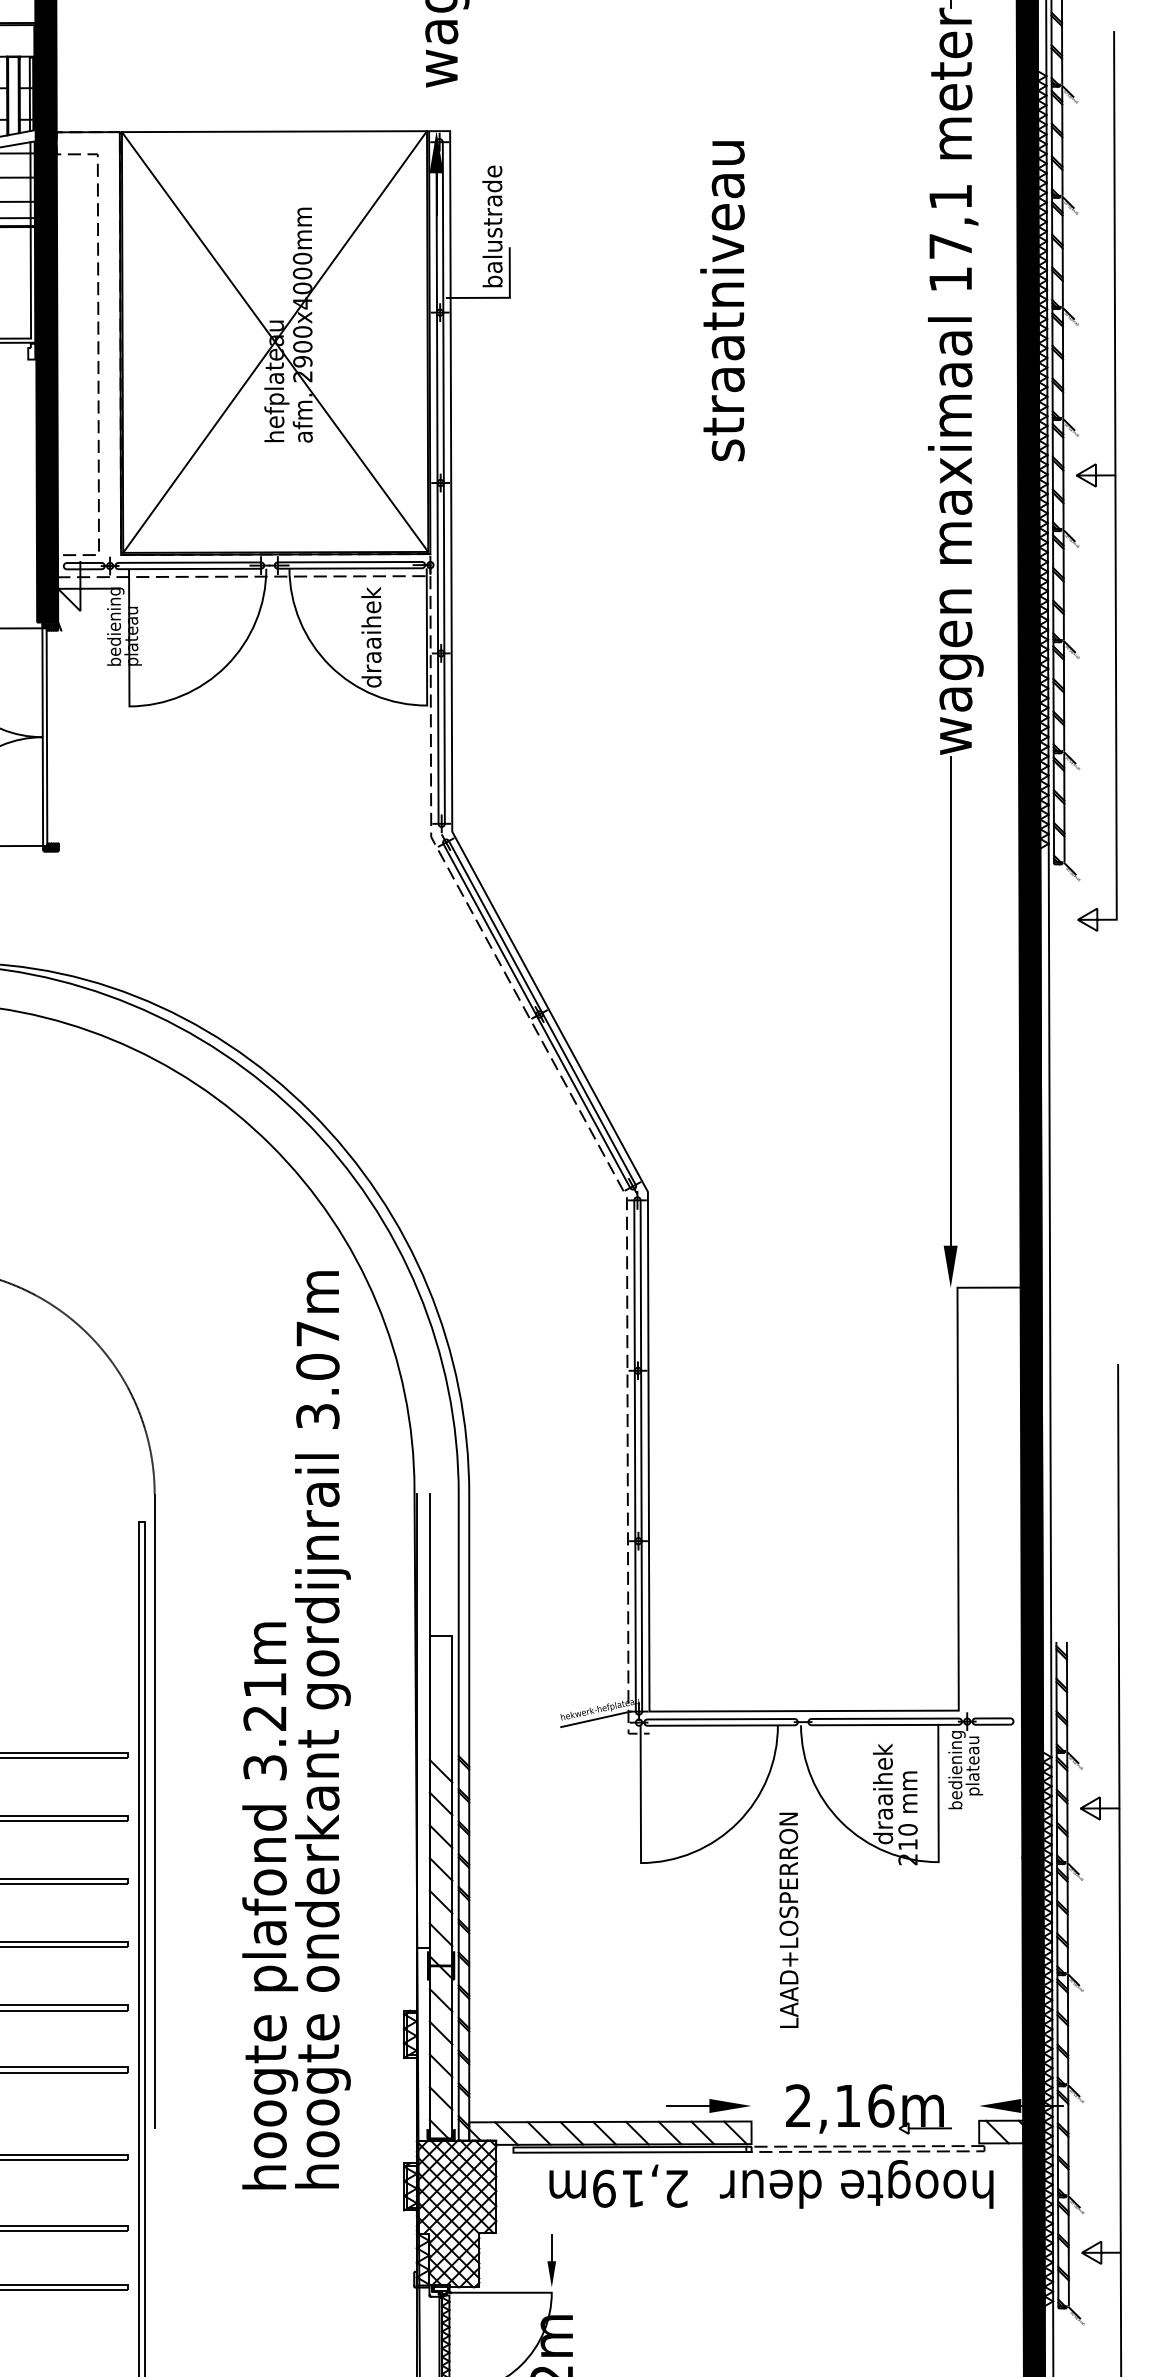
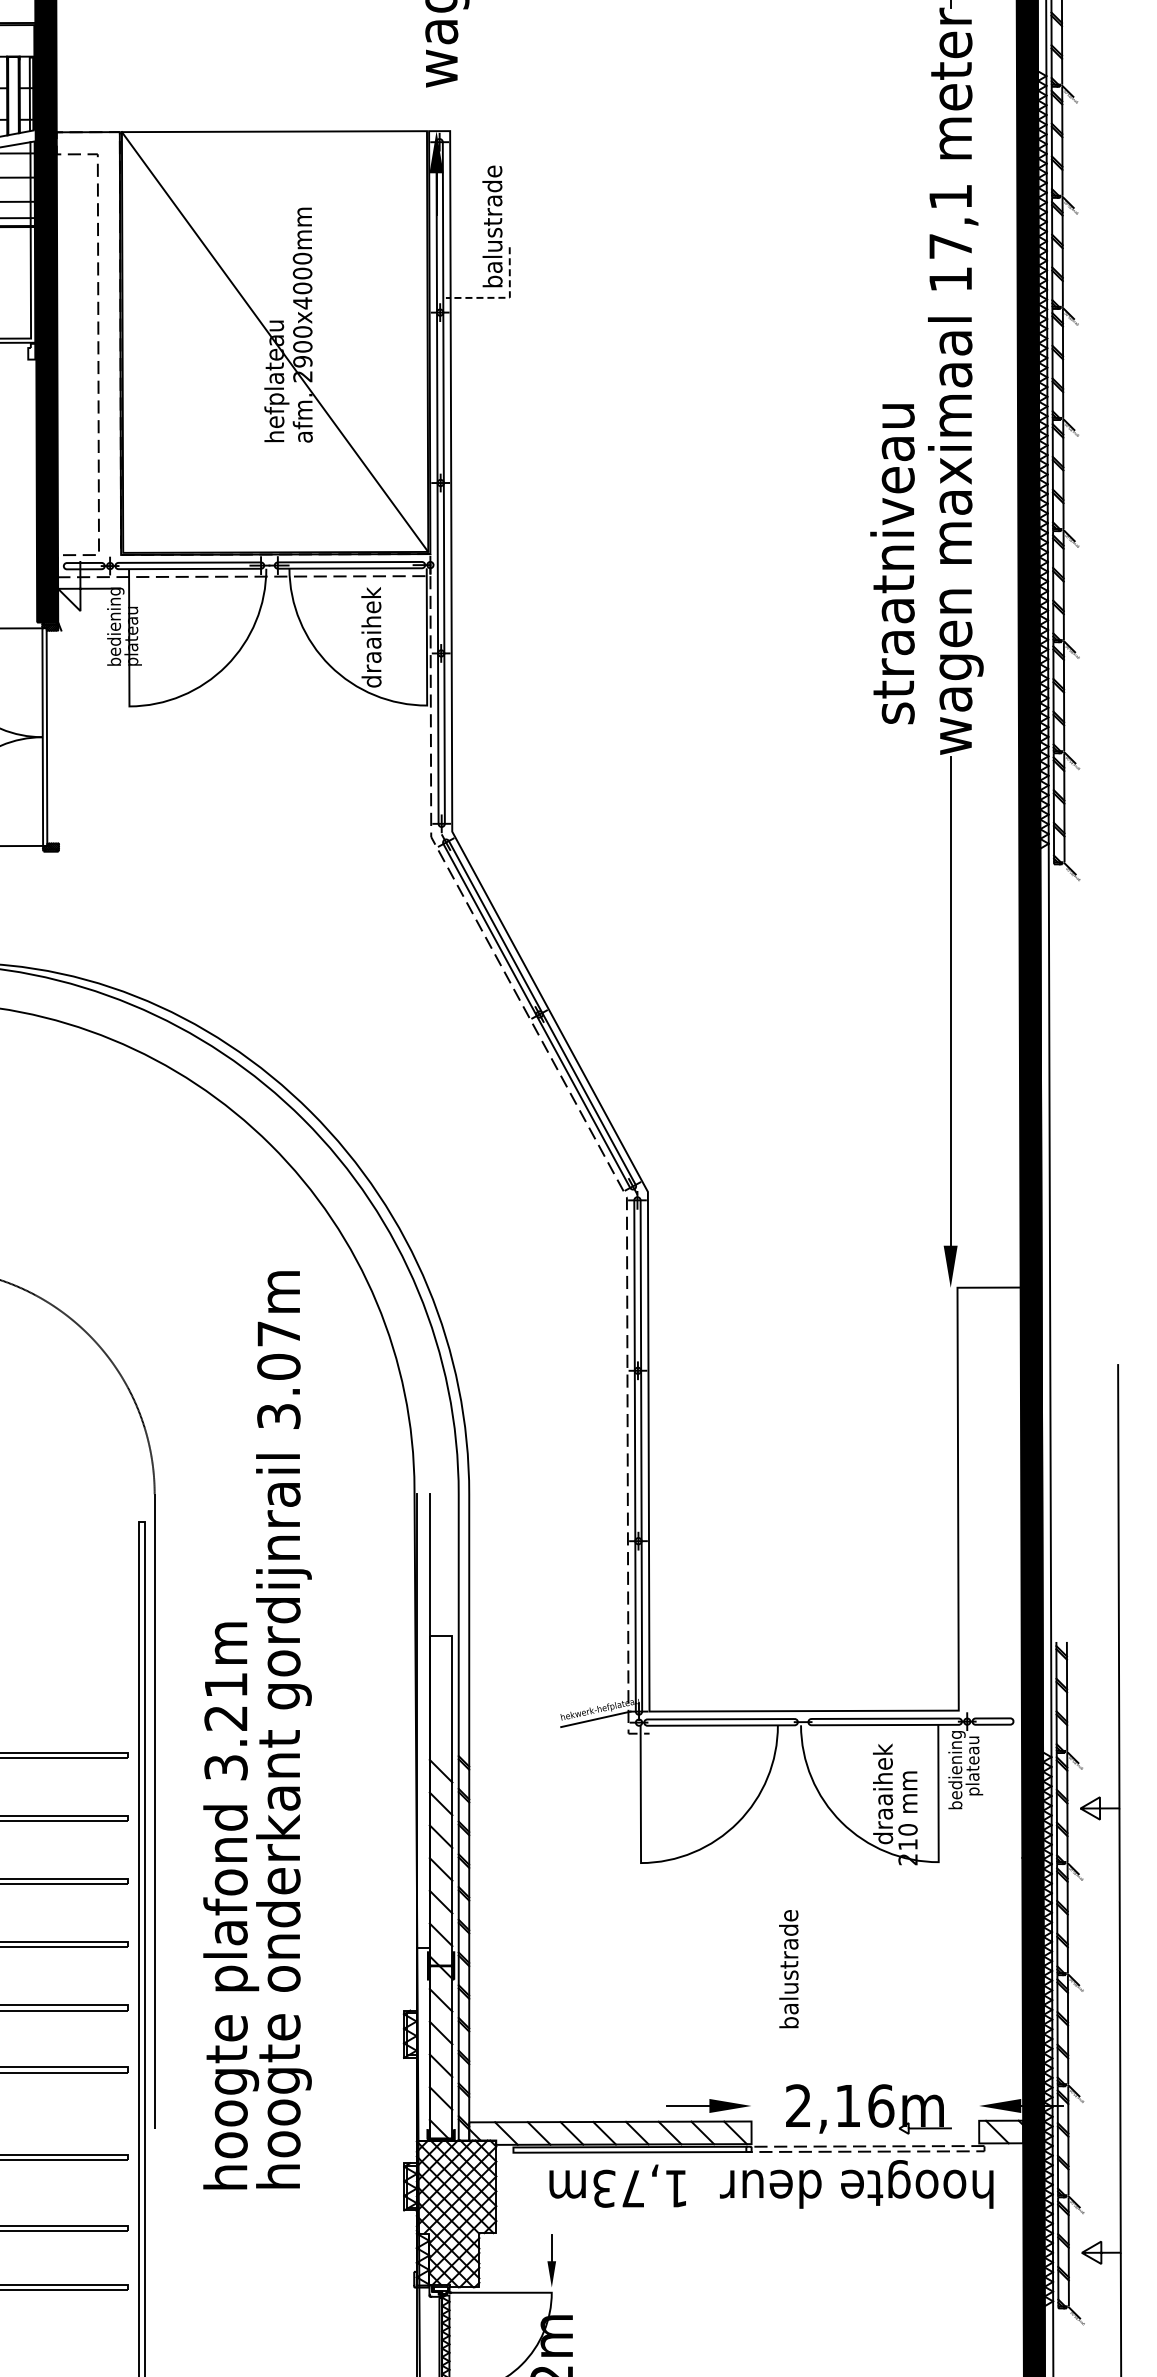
line at (503, 297): solid -> dashed
text at (722, 301) position: (722, 301) -> (892, 564)
line at (275, 341): present -> none
part at (1096, 481): present -> none
text at (296, 1730) position: (296, 1730) -> (257, 1730)
text at (788, 1920): LAAD+LOSPERRON -> balustrade
text at (640, 2188): 2,19m -> 1,73m
